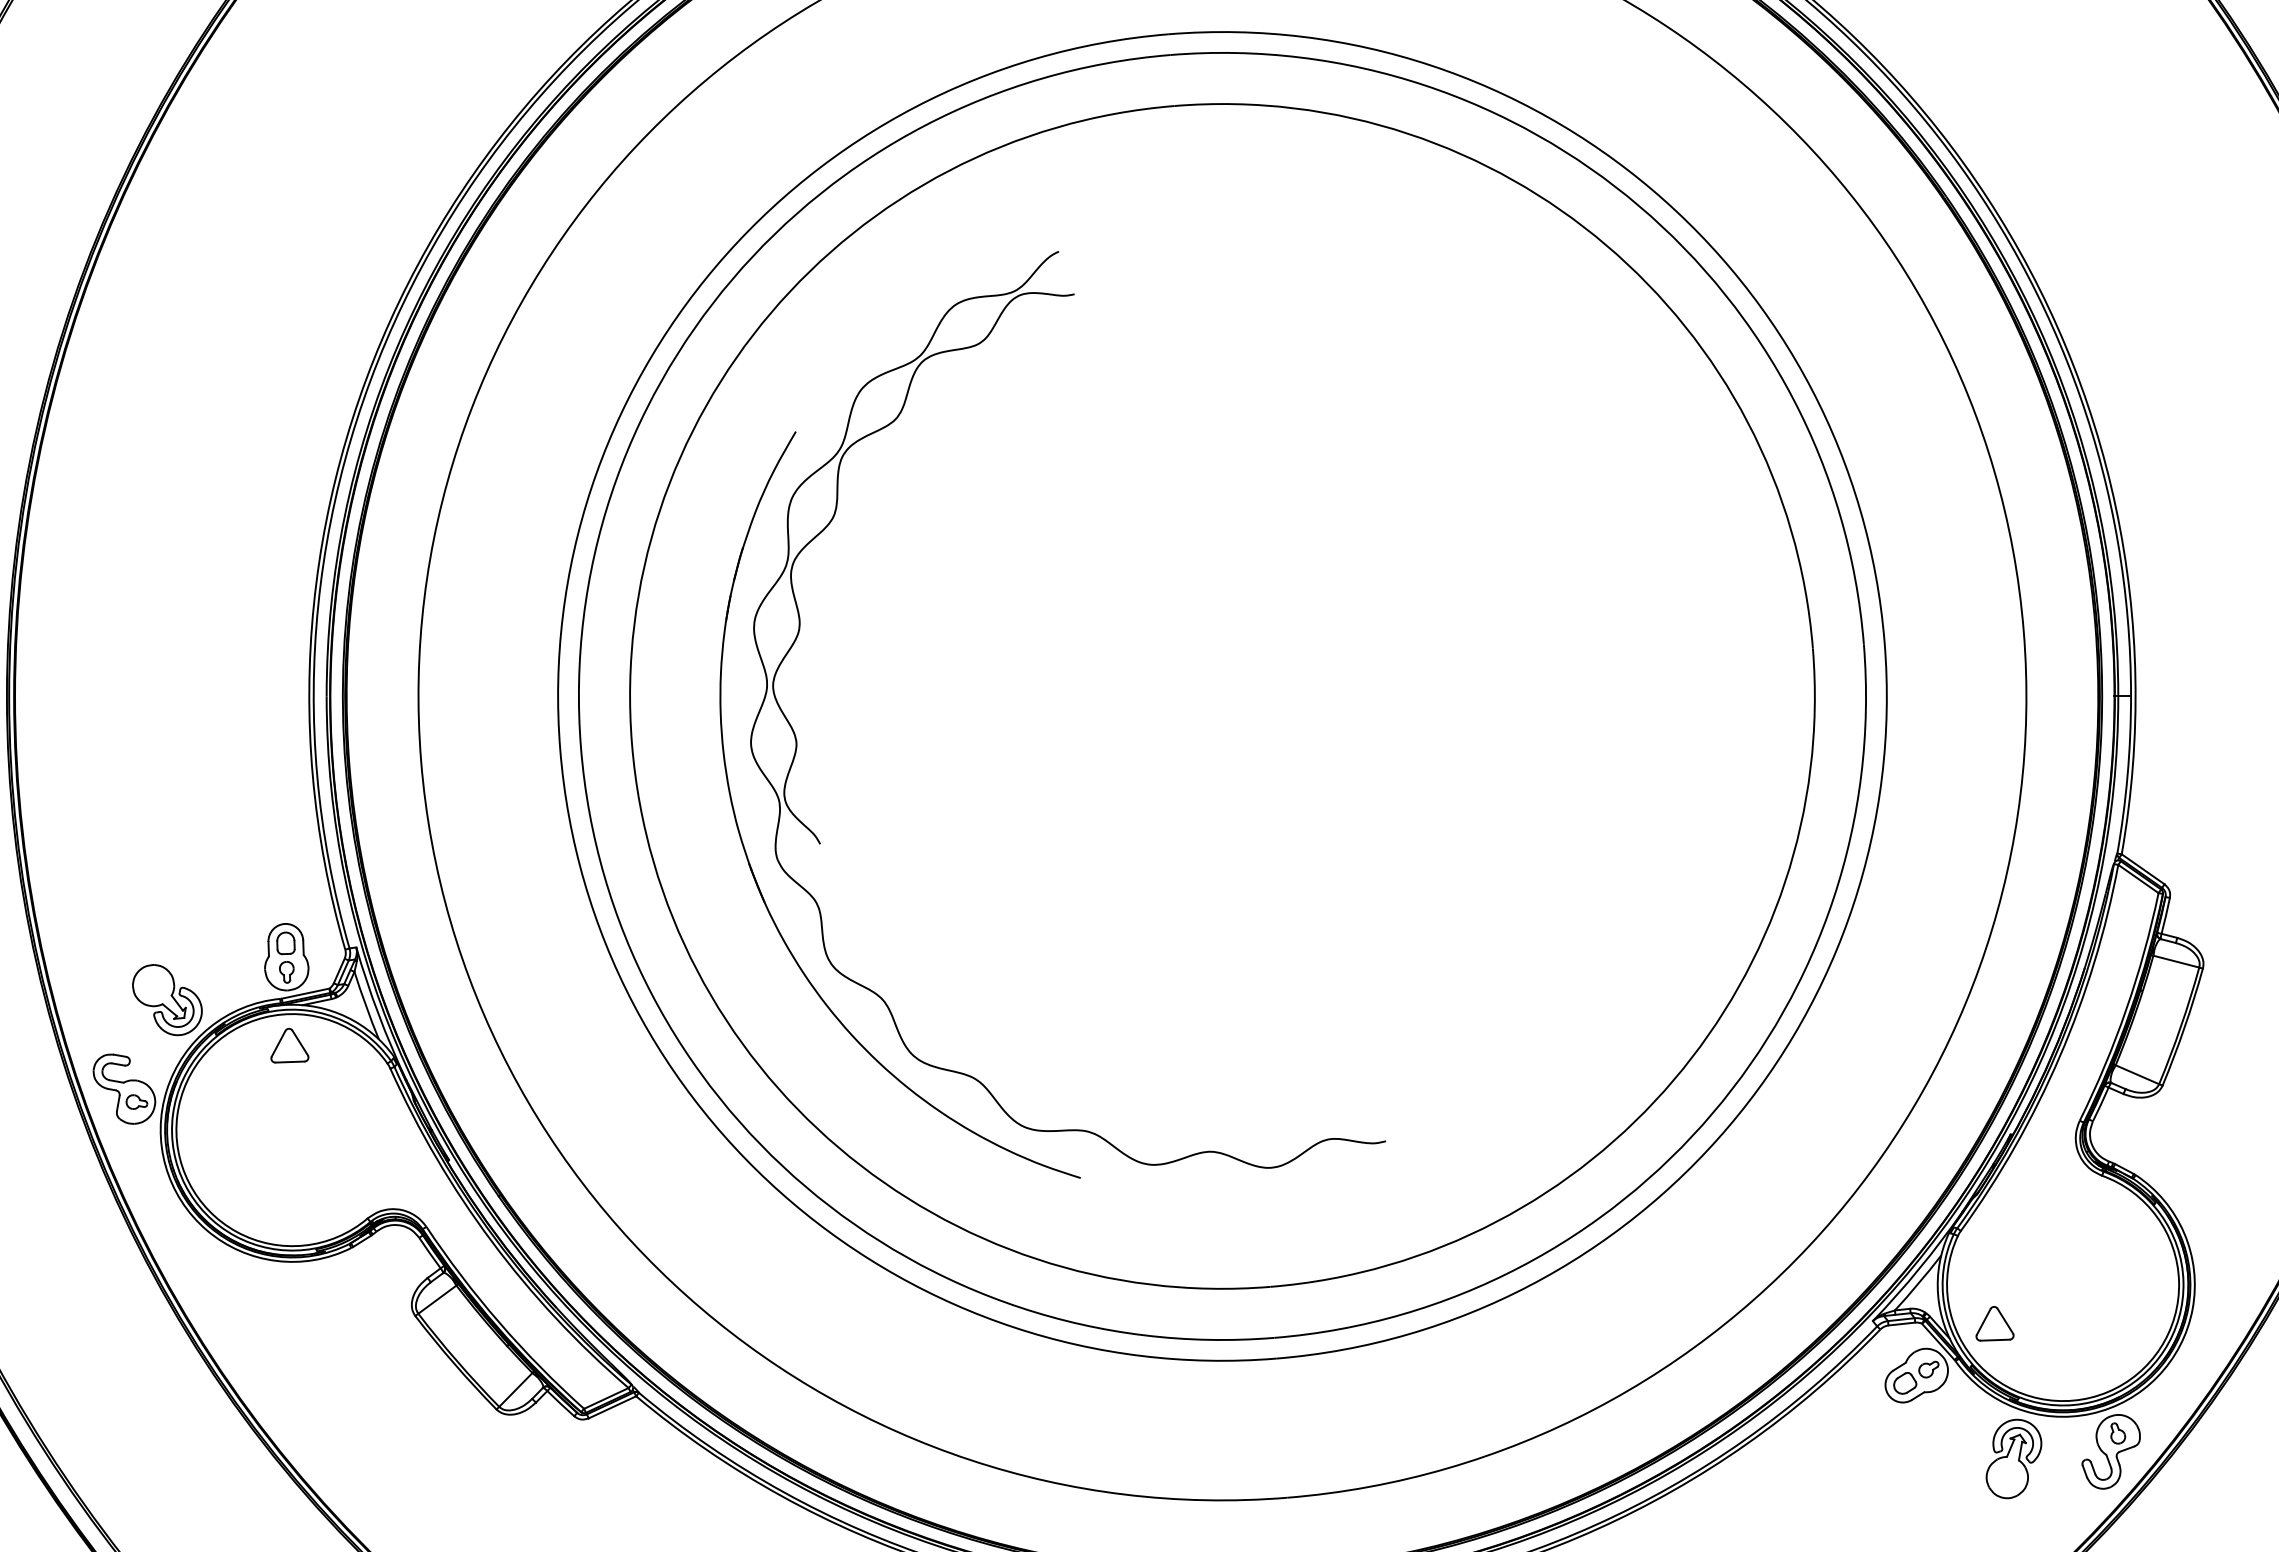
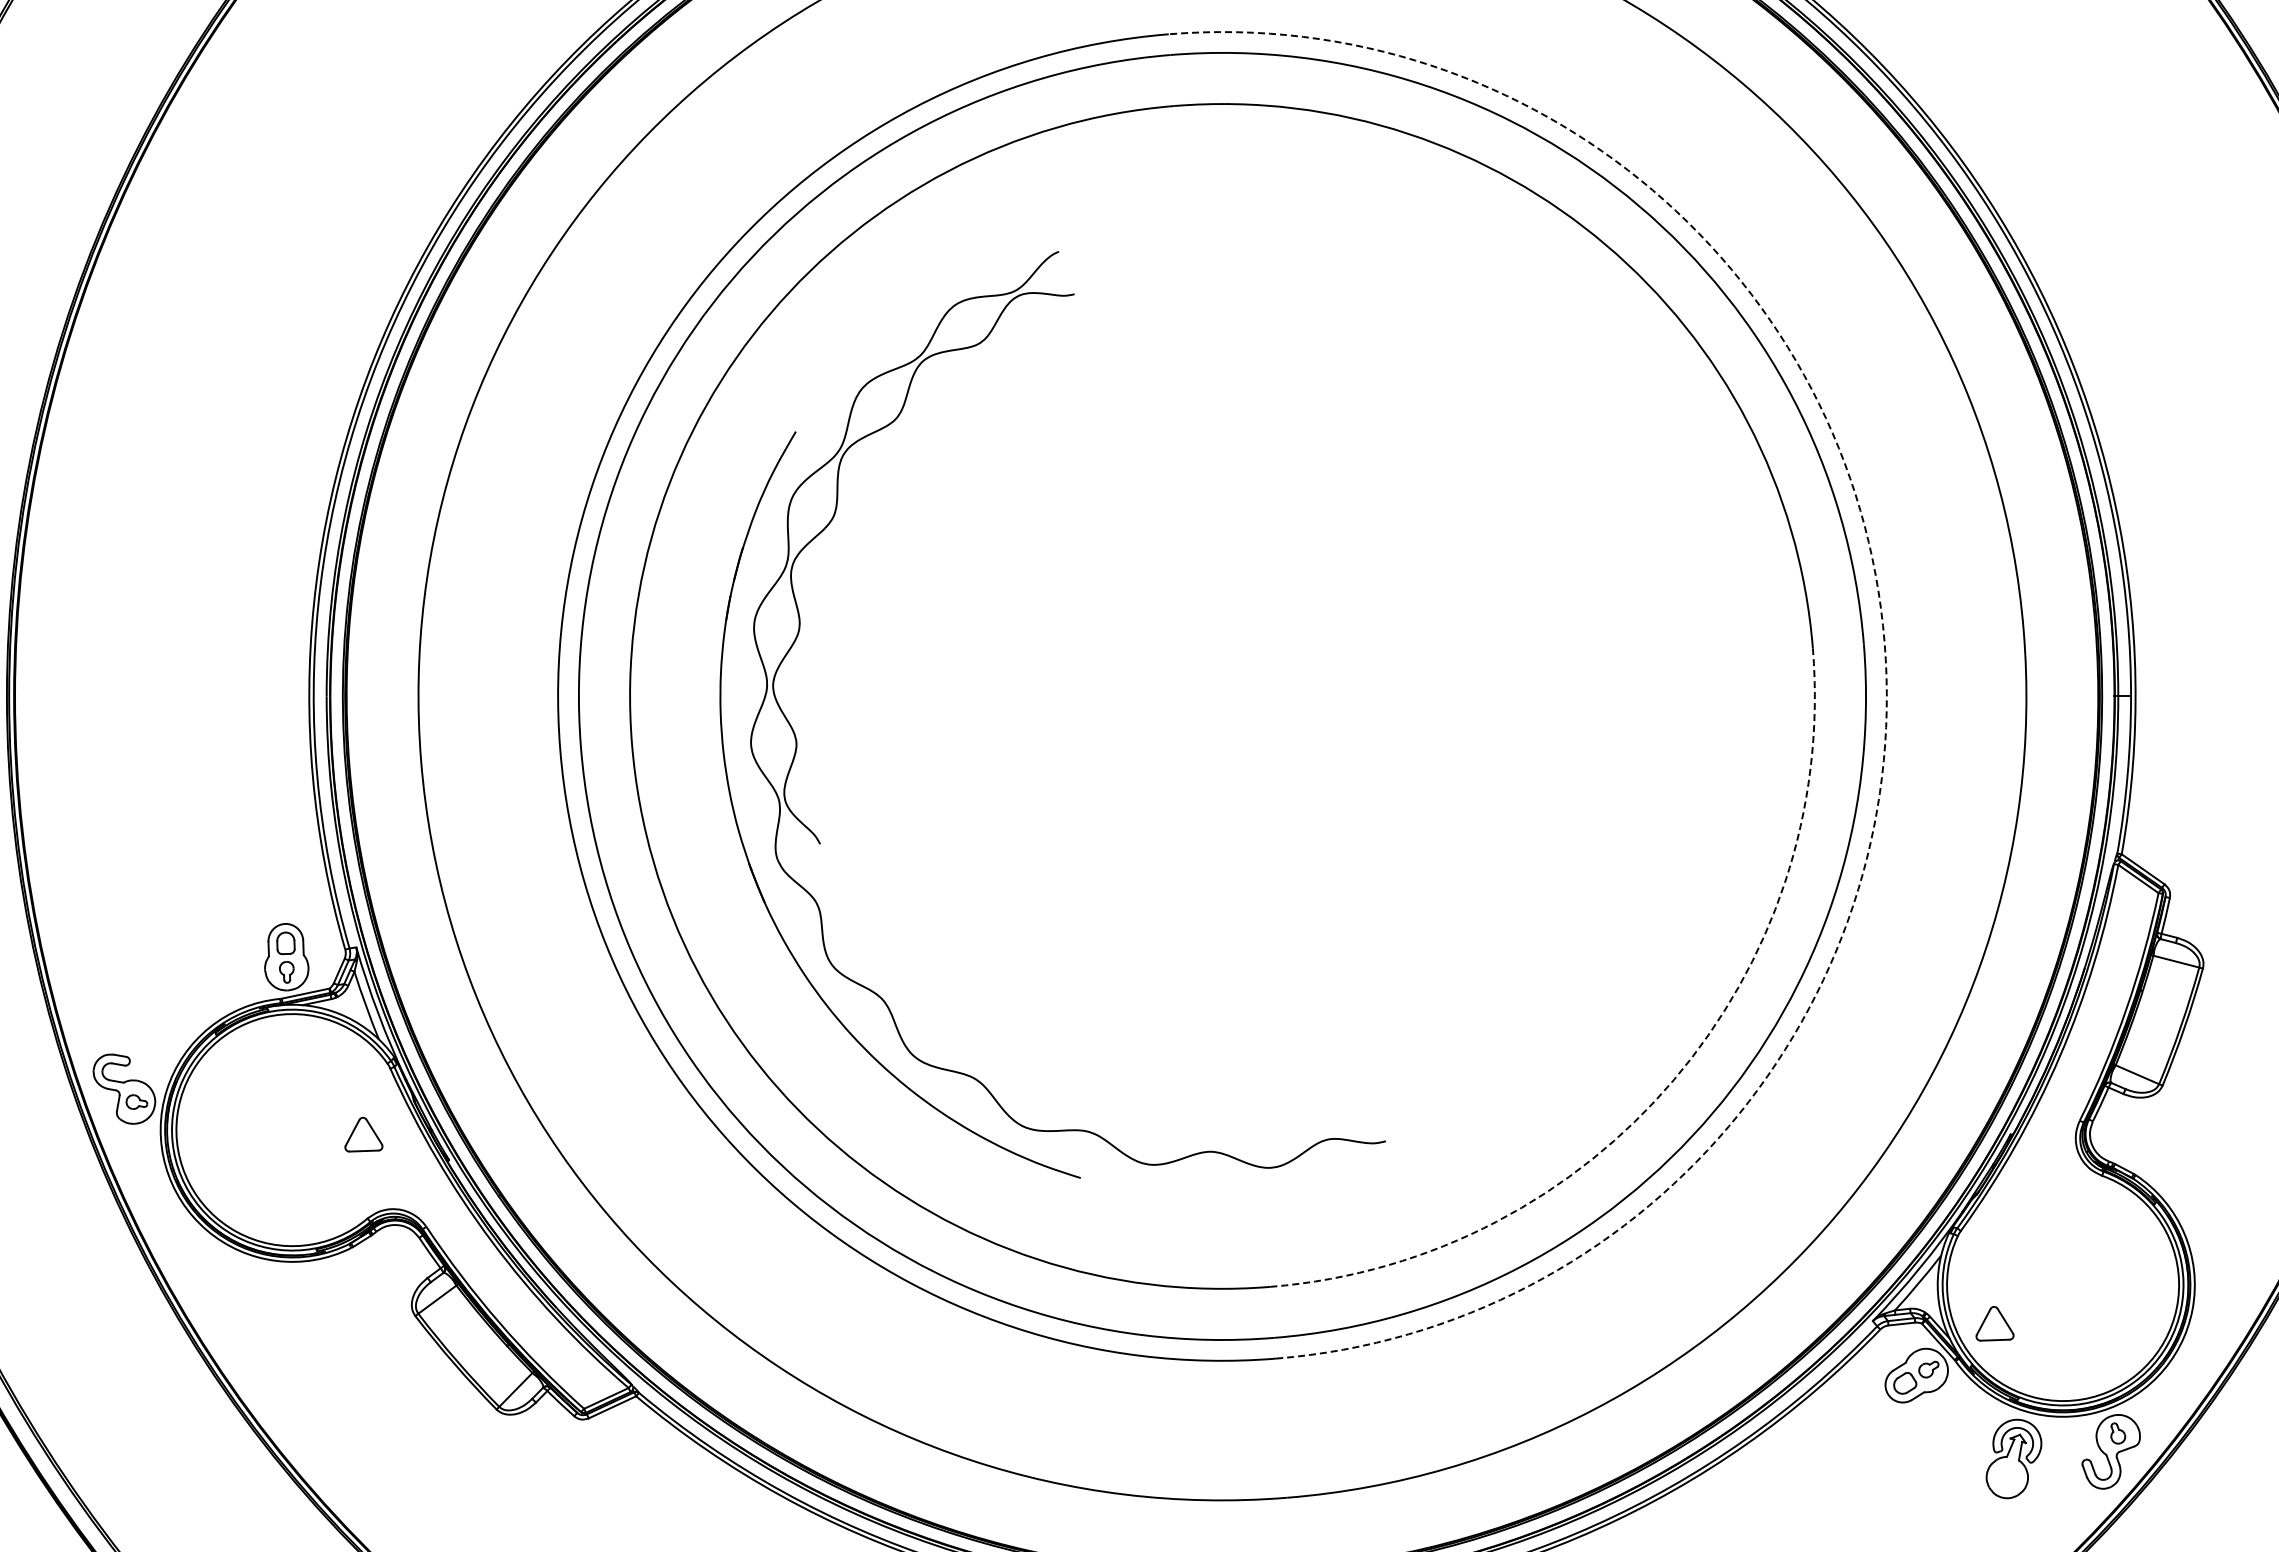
arc at (1884, 642): solid -> dashed
part at (167, 1000): present -> none
part at (289, 1045) position: (289, 1045) -> (363, 1134)
arc at (1673, 1080): solid -> dashed
